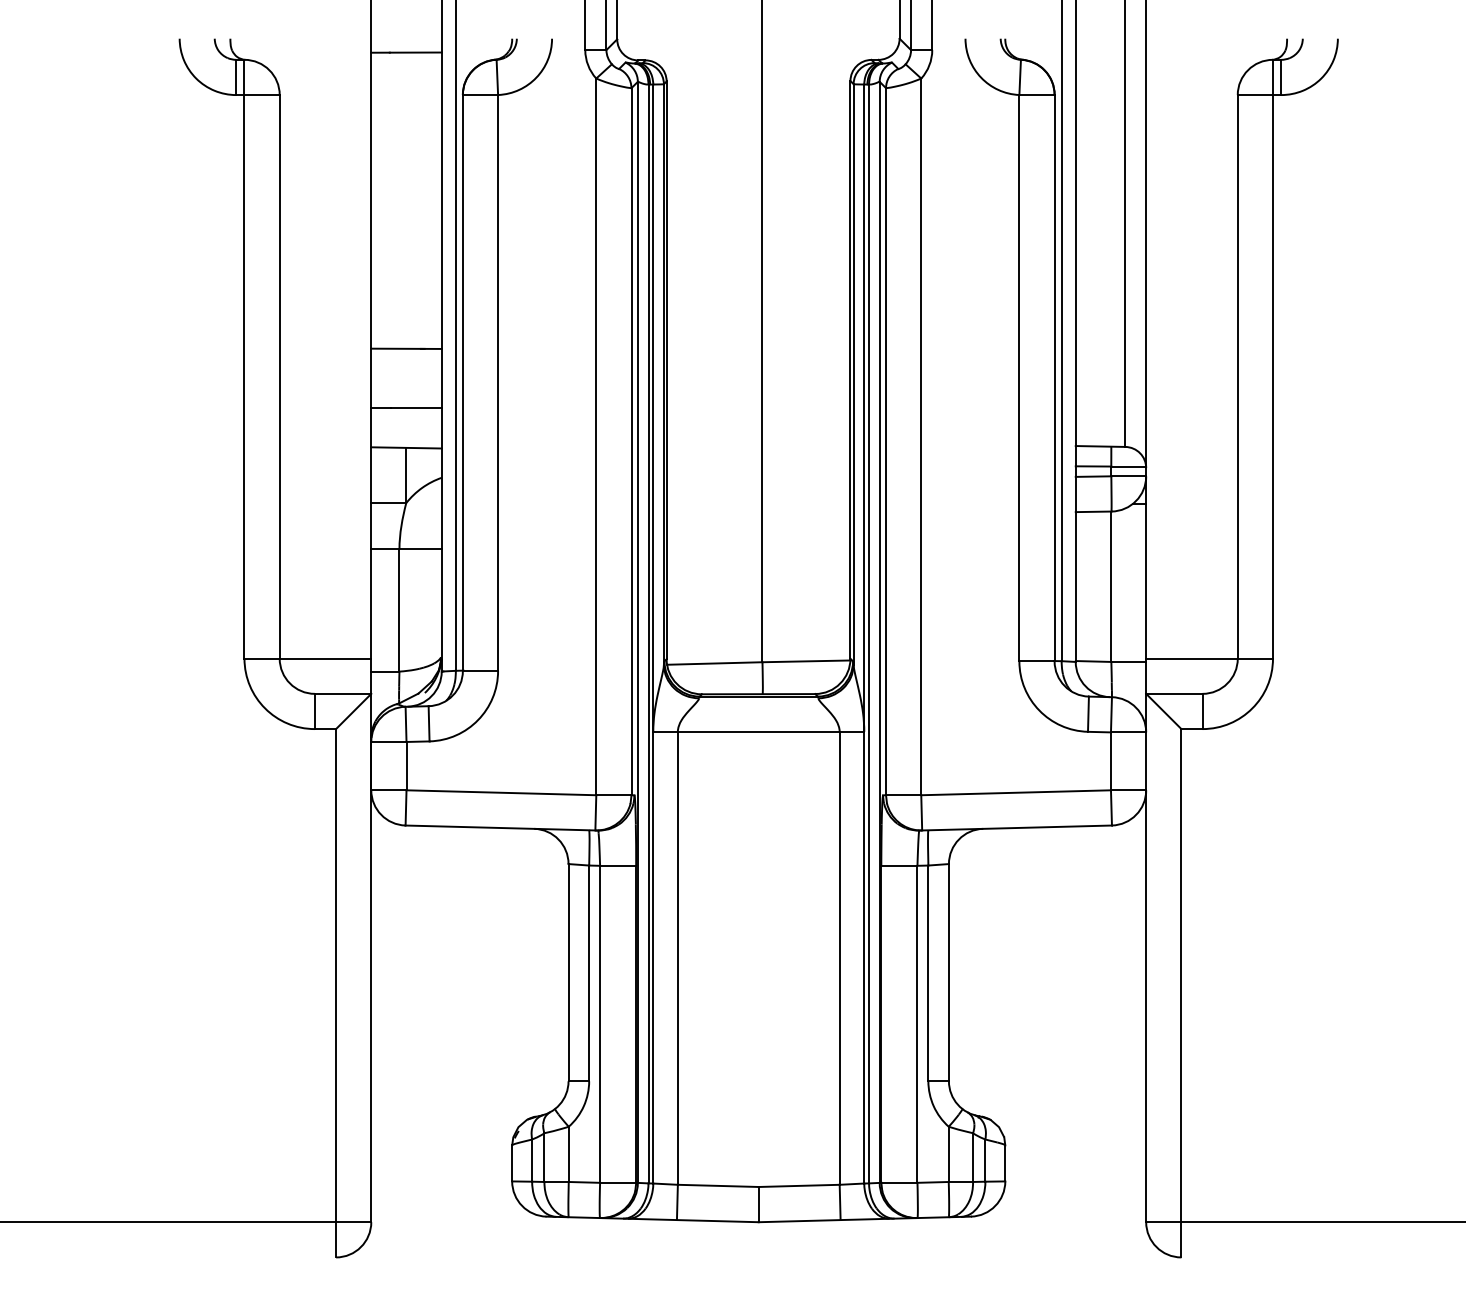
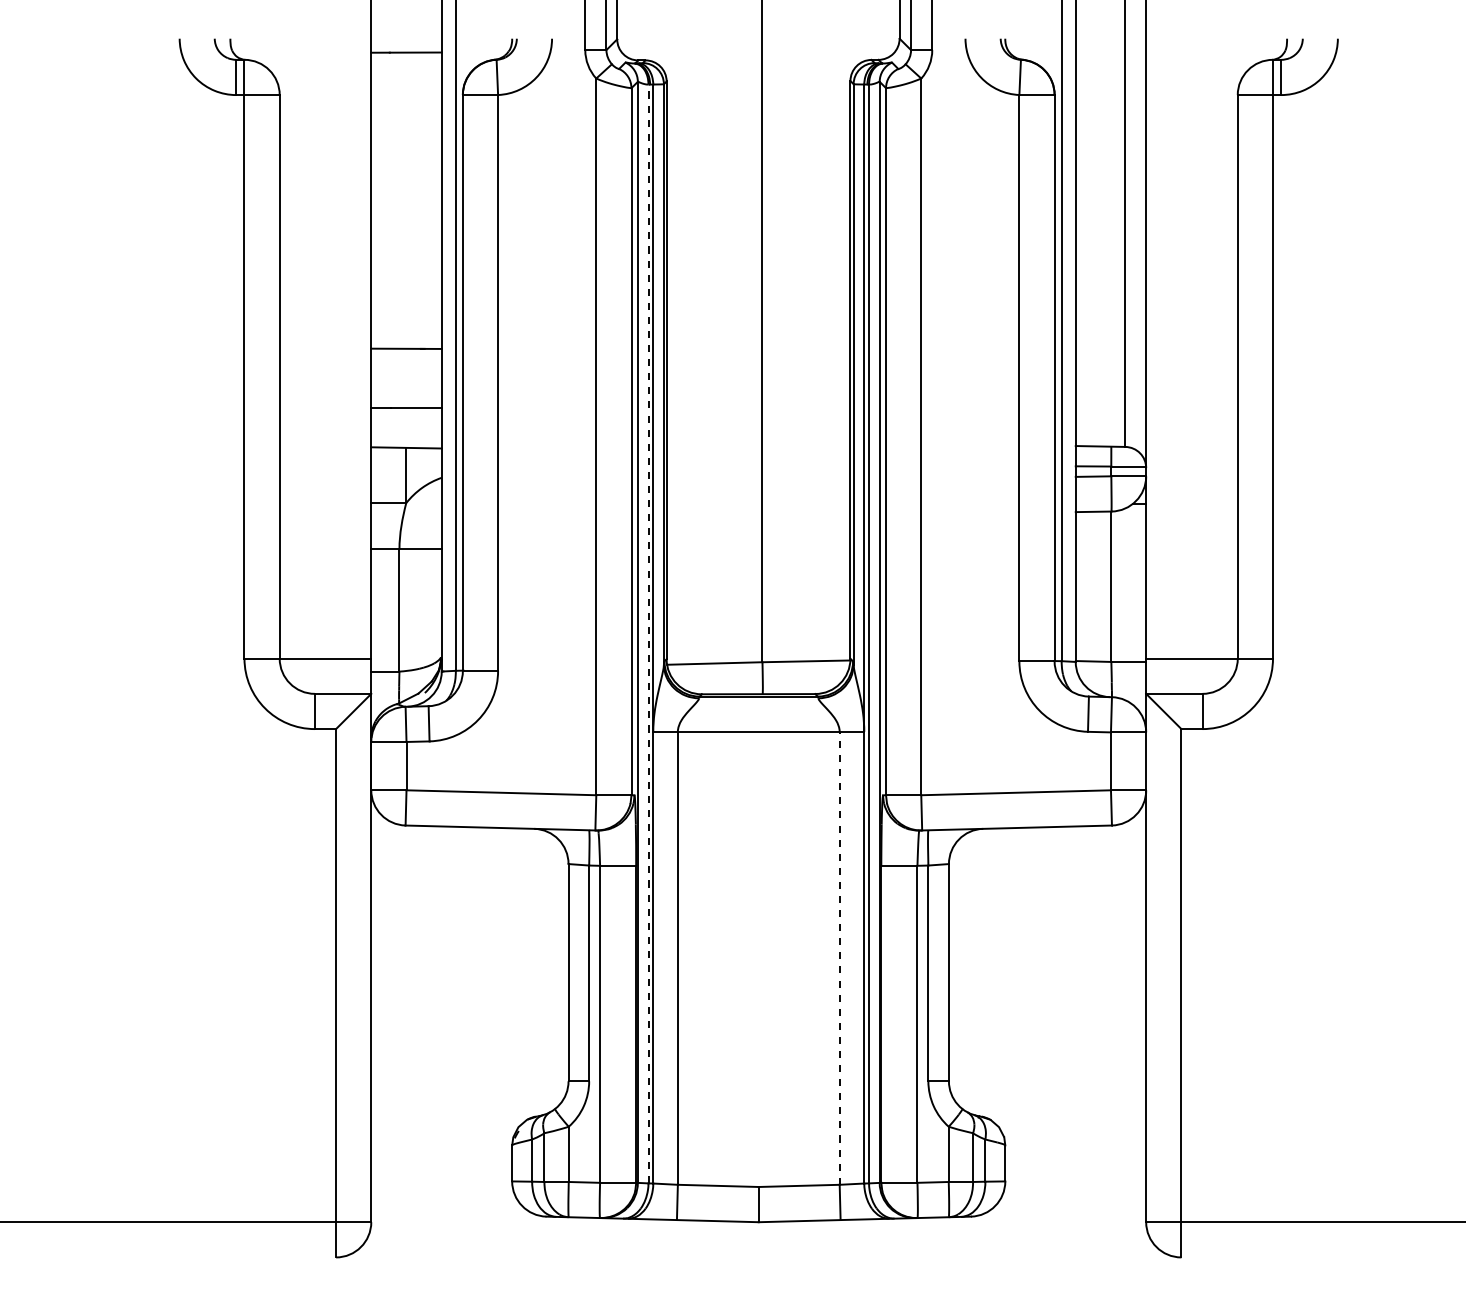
line at (648, 633): solid -> dashed
line at (839, 957): solid -> dashed
